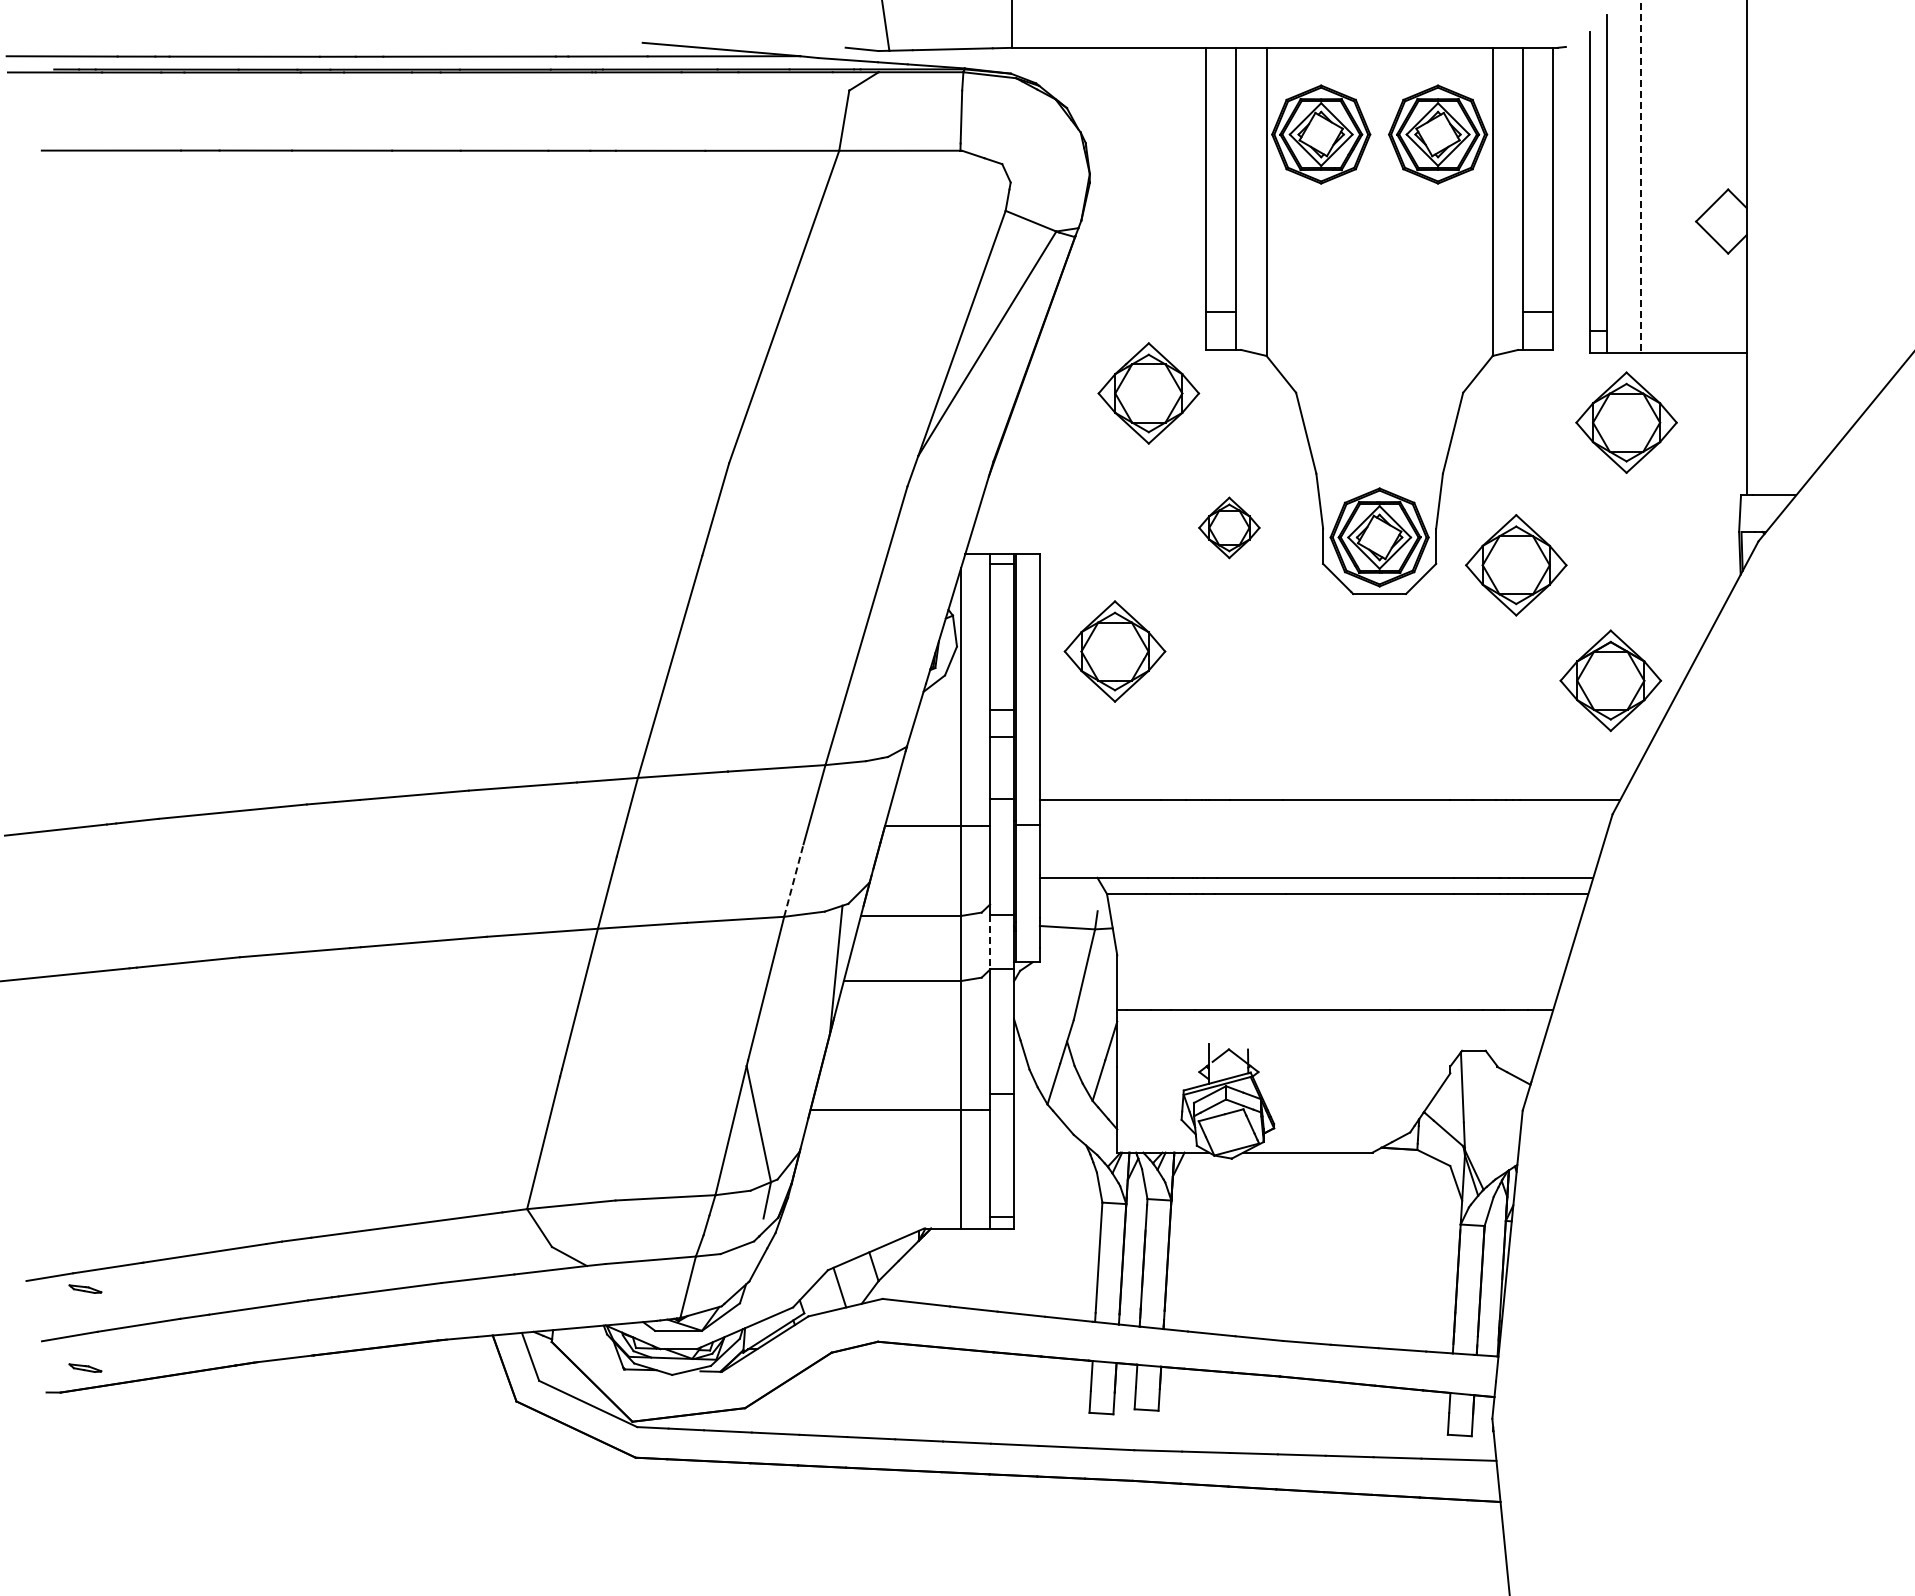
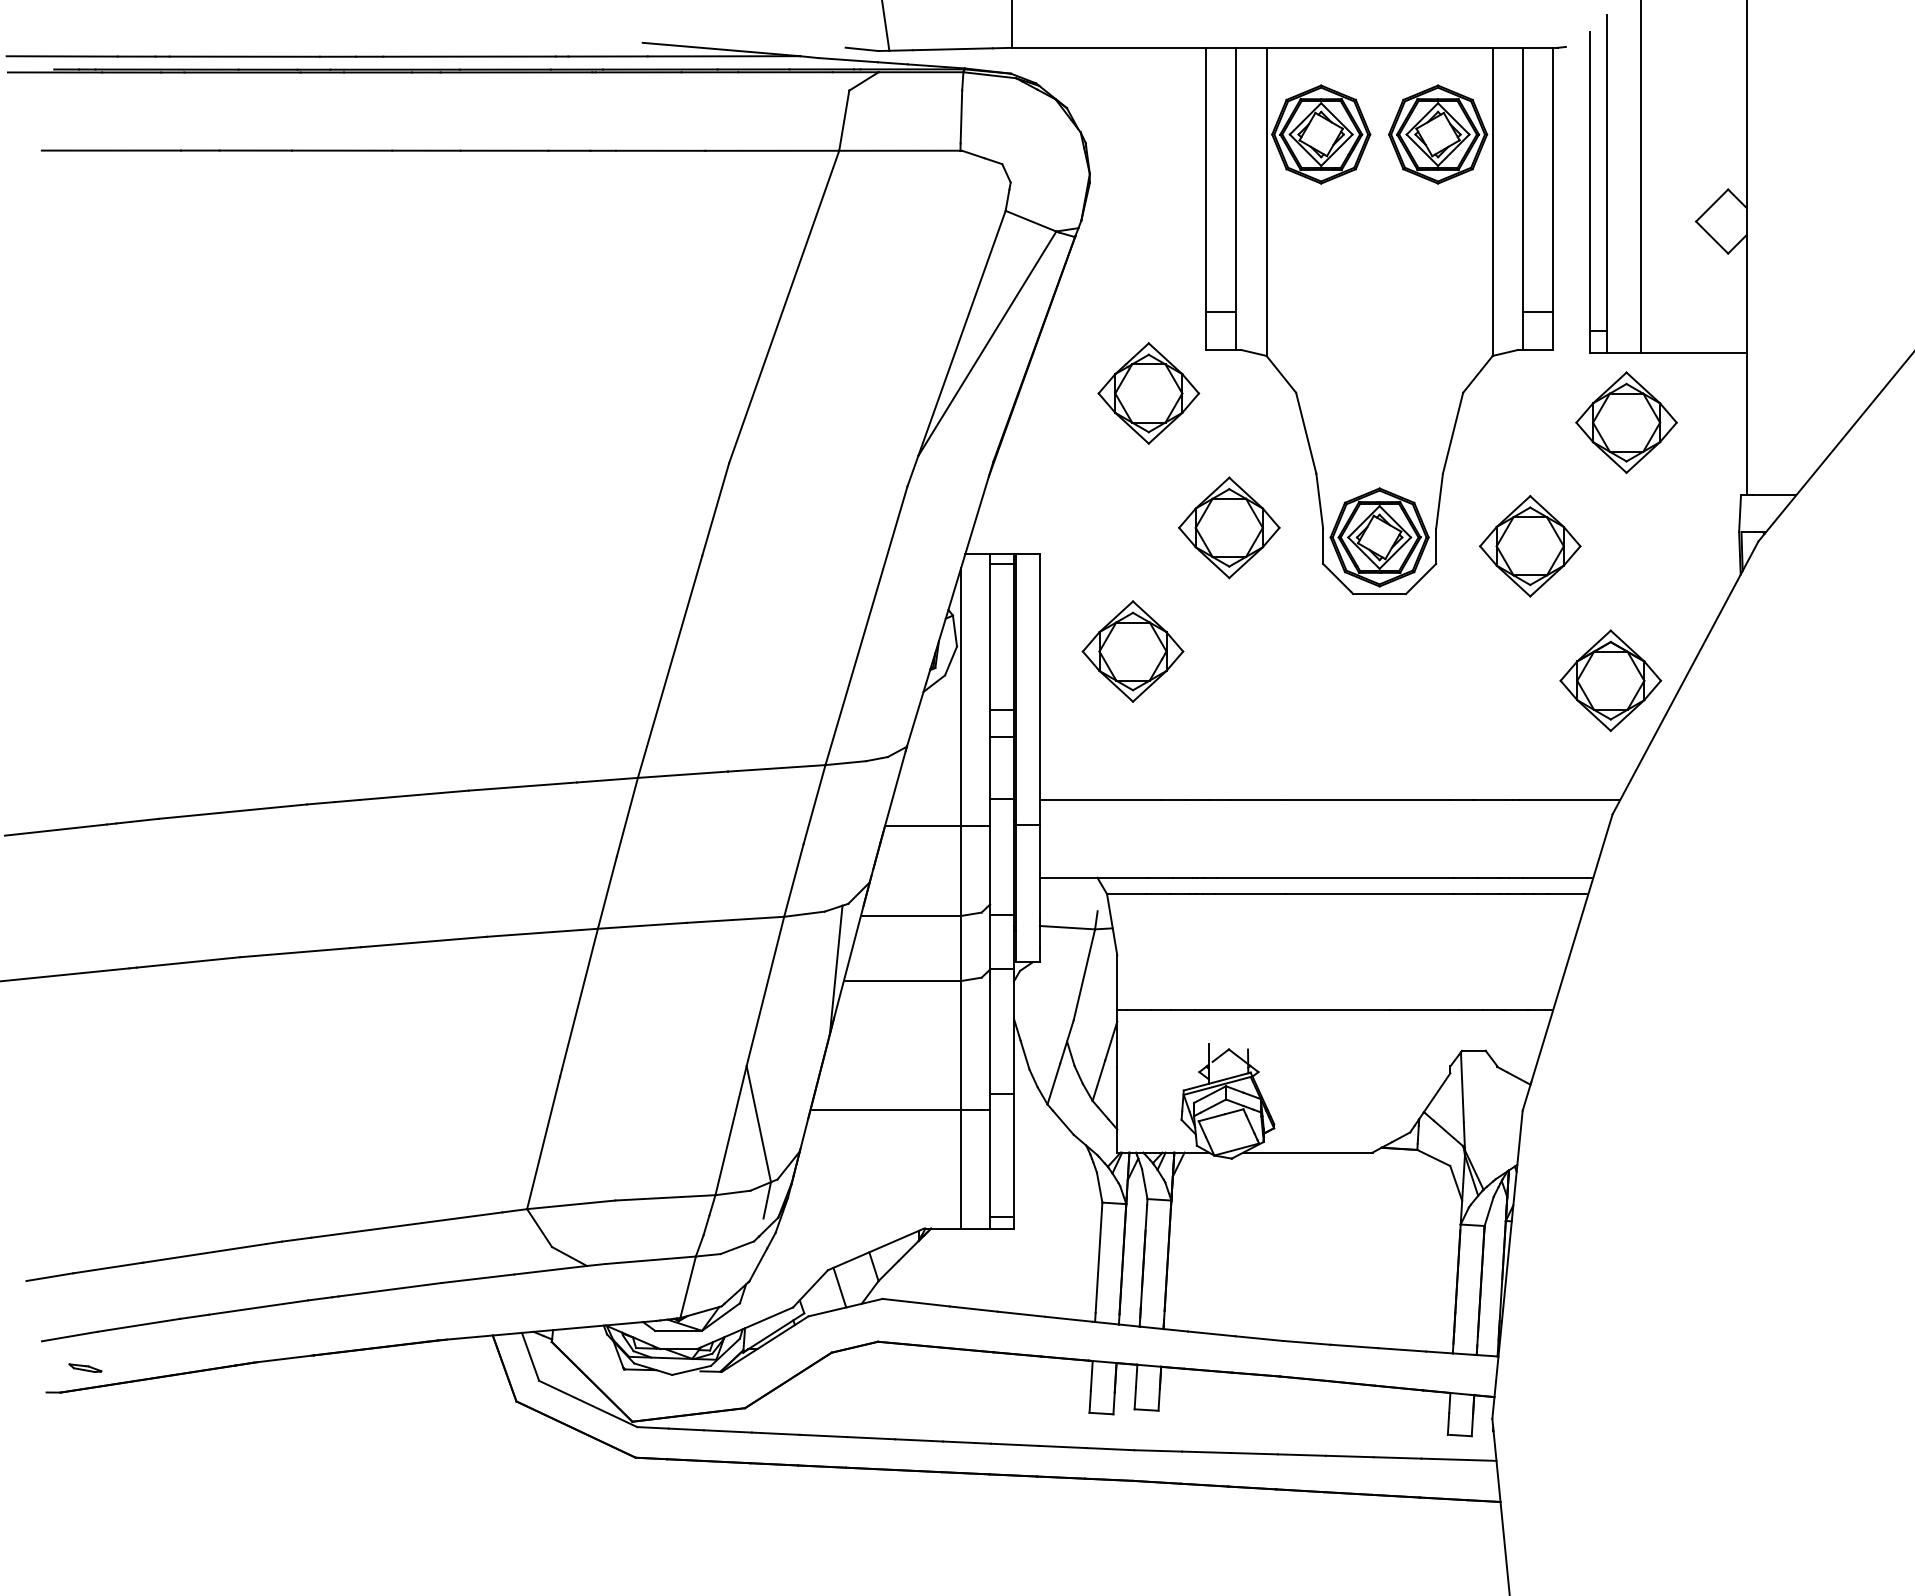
line at (1640, 176): dashed -> solid
part at (1229, 527) size: 63x64 px -> 103x104 px
part at (1516, 565) position: (1516, 565) -> (1530, 546)
part at (1114, 651) position: (1114, 651) -> (1132, 651)
line at (793, 880): dashed -> solid
line at (990, 942): dashed -> solid
part at (85, 1288): present -> none
